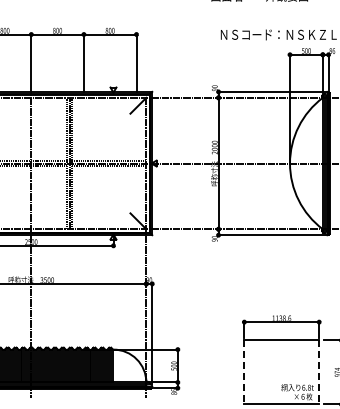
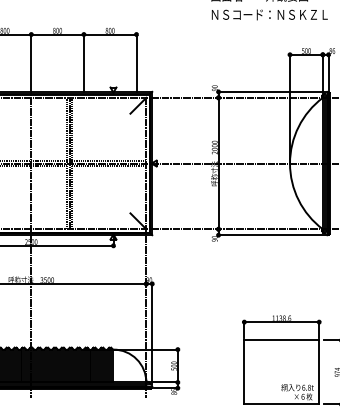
text at (278, 34) position: (278, 34) -> (269, 14)
line at (244, 372): dashed -> solid
line at (319, 372): dashed -> solid
